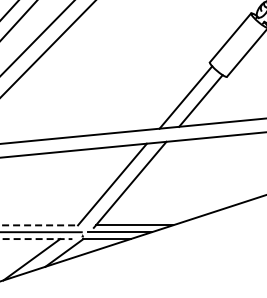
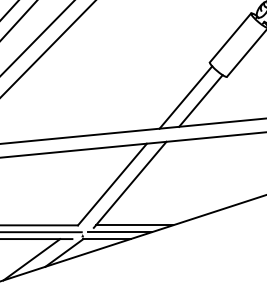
line at (39, 225): dashed -> solid
line at (36, 239): dashed -> solid
